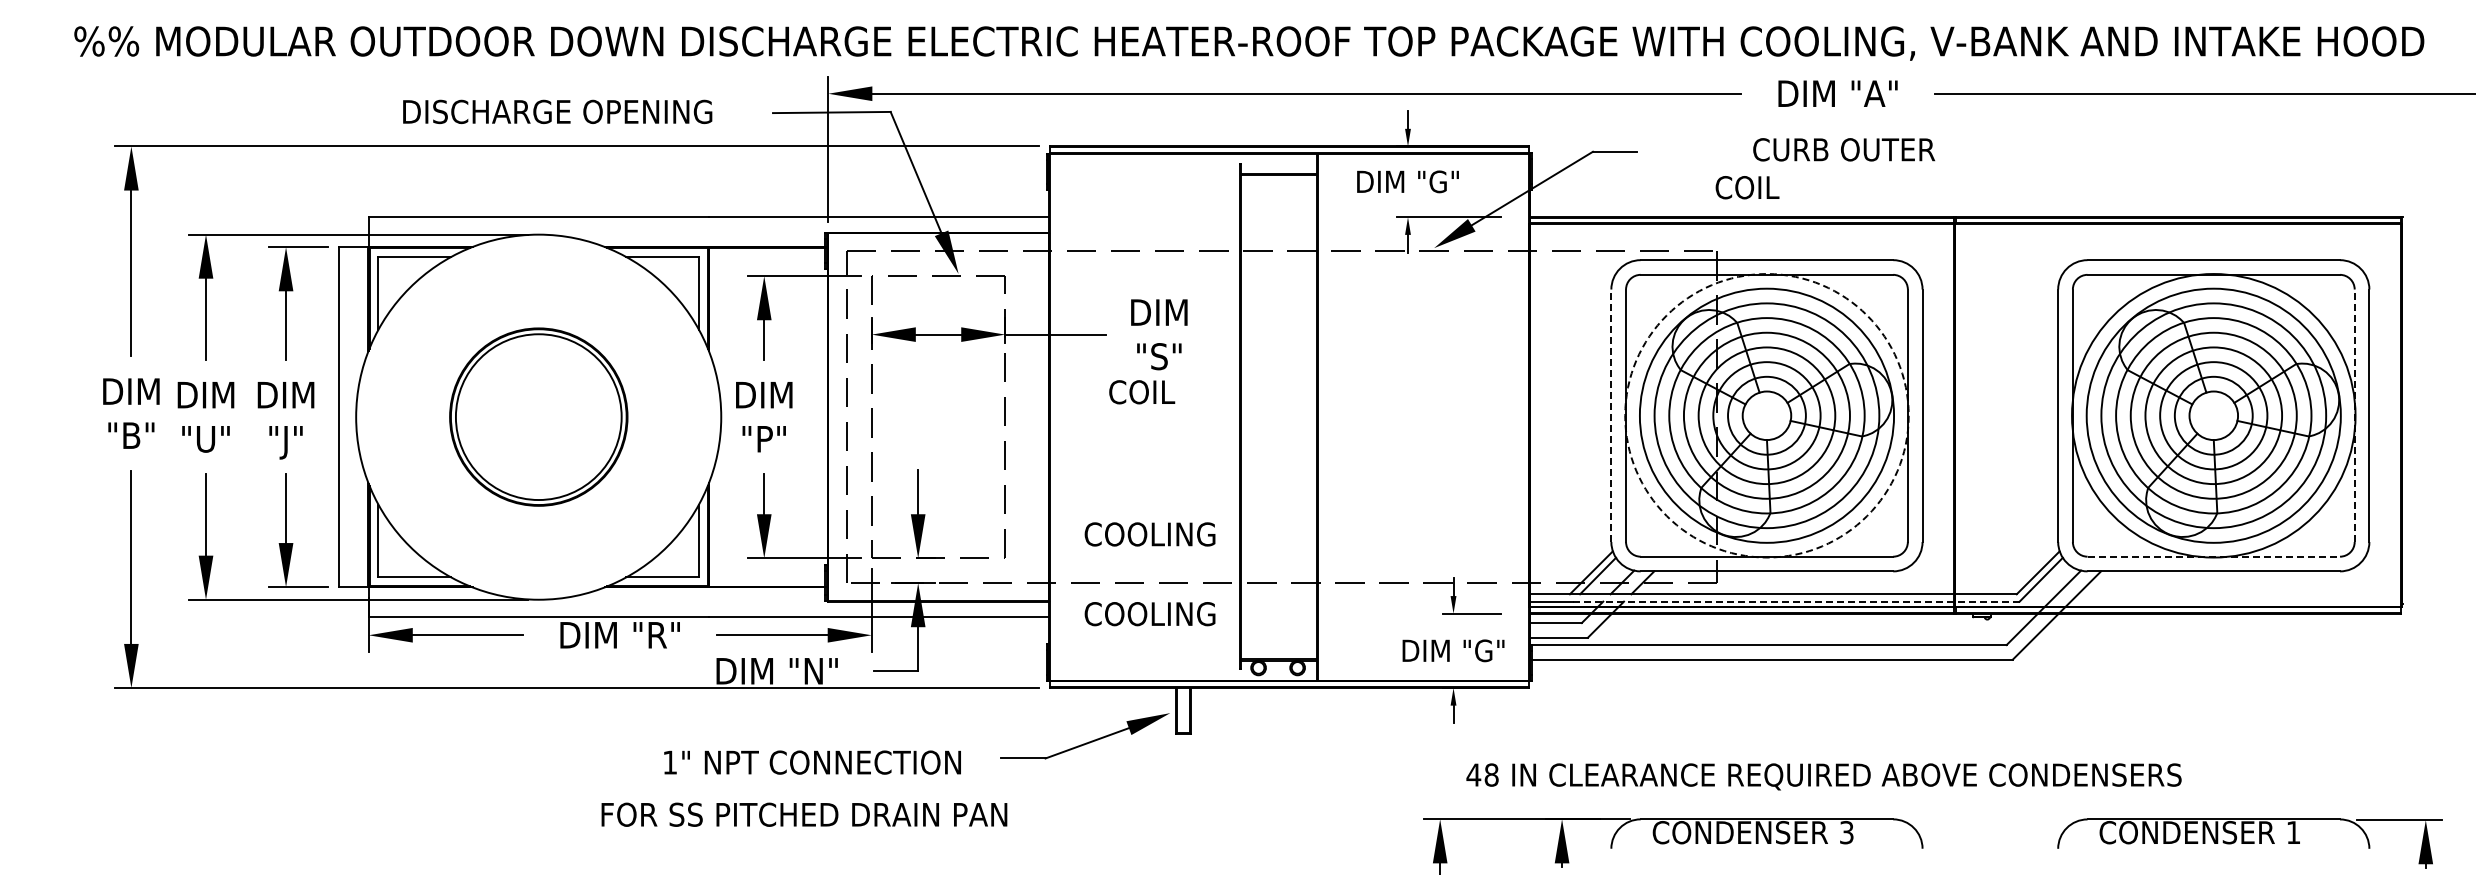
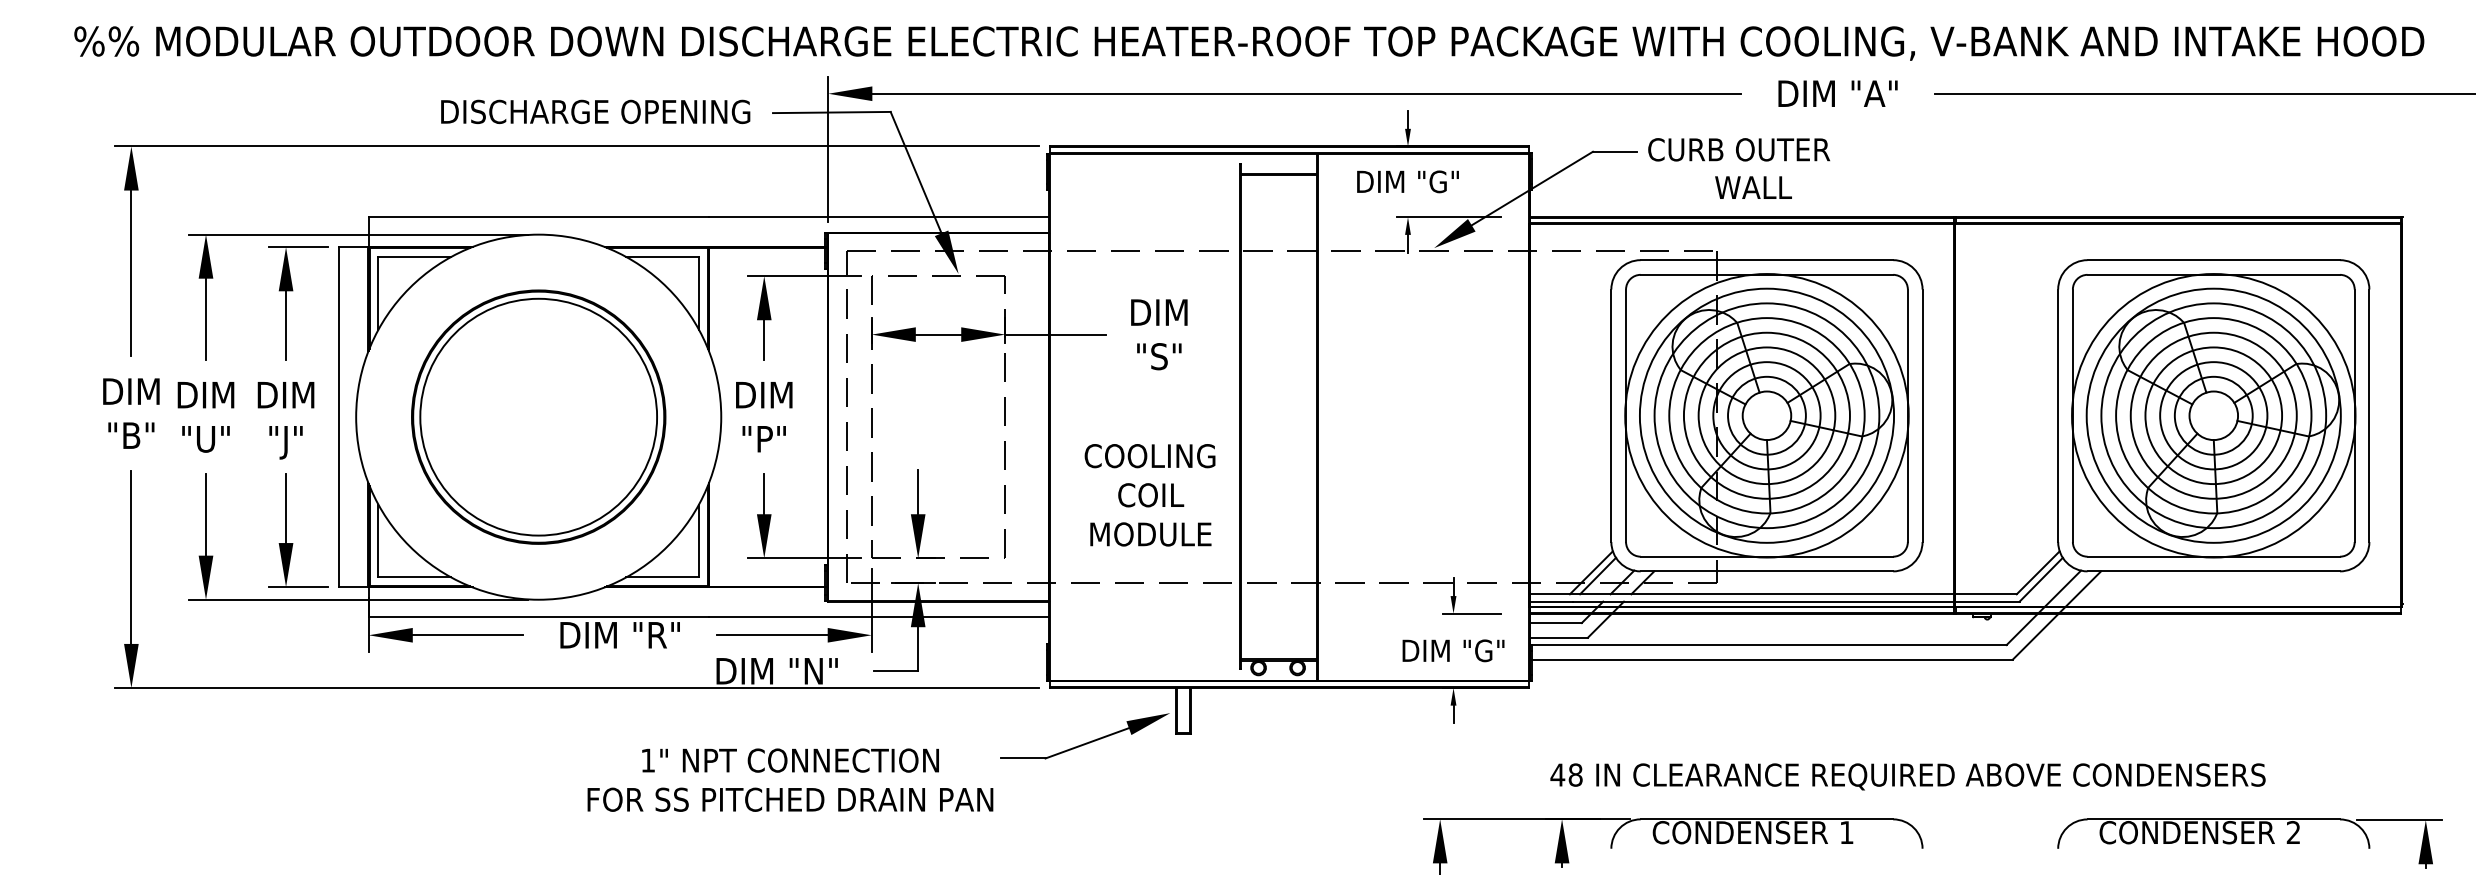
text at (557, 111) position: (557, 111) -> (595, 111)
text at (1844, 149) position: (1844, 149) -> (1739, 149)
text at (1753, 187): COIL -> WALL
text at (1142, 392) position: (1142, 392) -> (1151, 495)
line at (1611, 415): dashed -> solid
circle at (1766, 415): dashed -> solid
line at (2354, 415): dashed -> solid
part at (538, 416) size: 180x180 px -> 256x256 px
text at (1149, 534): COOLING -> MODULE
line at (2214, 556): dashed -> solid
line at (1796, 601): dashed -> solid
text at (1149, 614) position: (1149, 614) -> (1149, 456)
text at (812, 762) position: (812, 762) -> (790, 760)
text at (1823, 776) position: (1823, 776) -> (1907, 776)
text at (804, 814) position: (804, 814) -> (790, 799)
text at (1846, 832): 3 -> 1
text at (2292, 832): 1 -> 2
